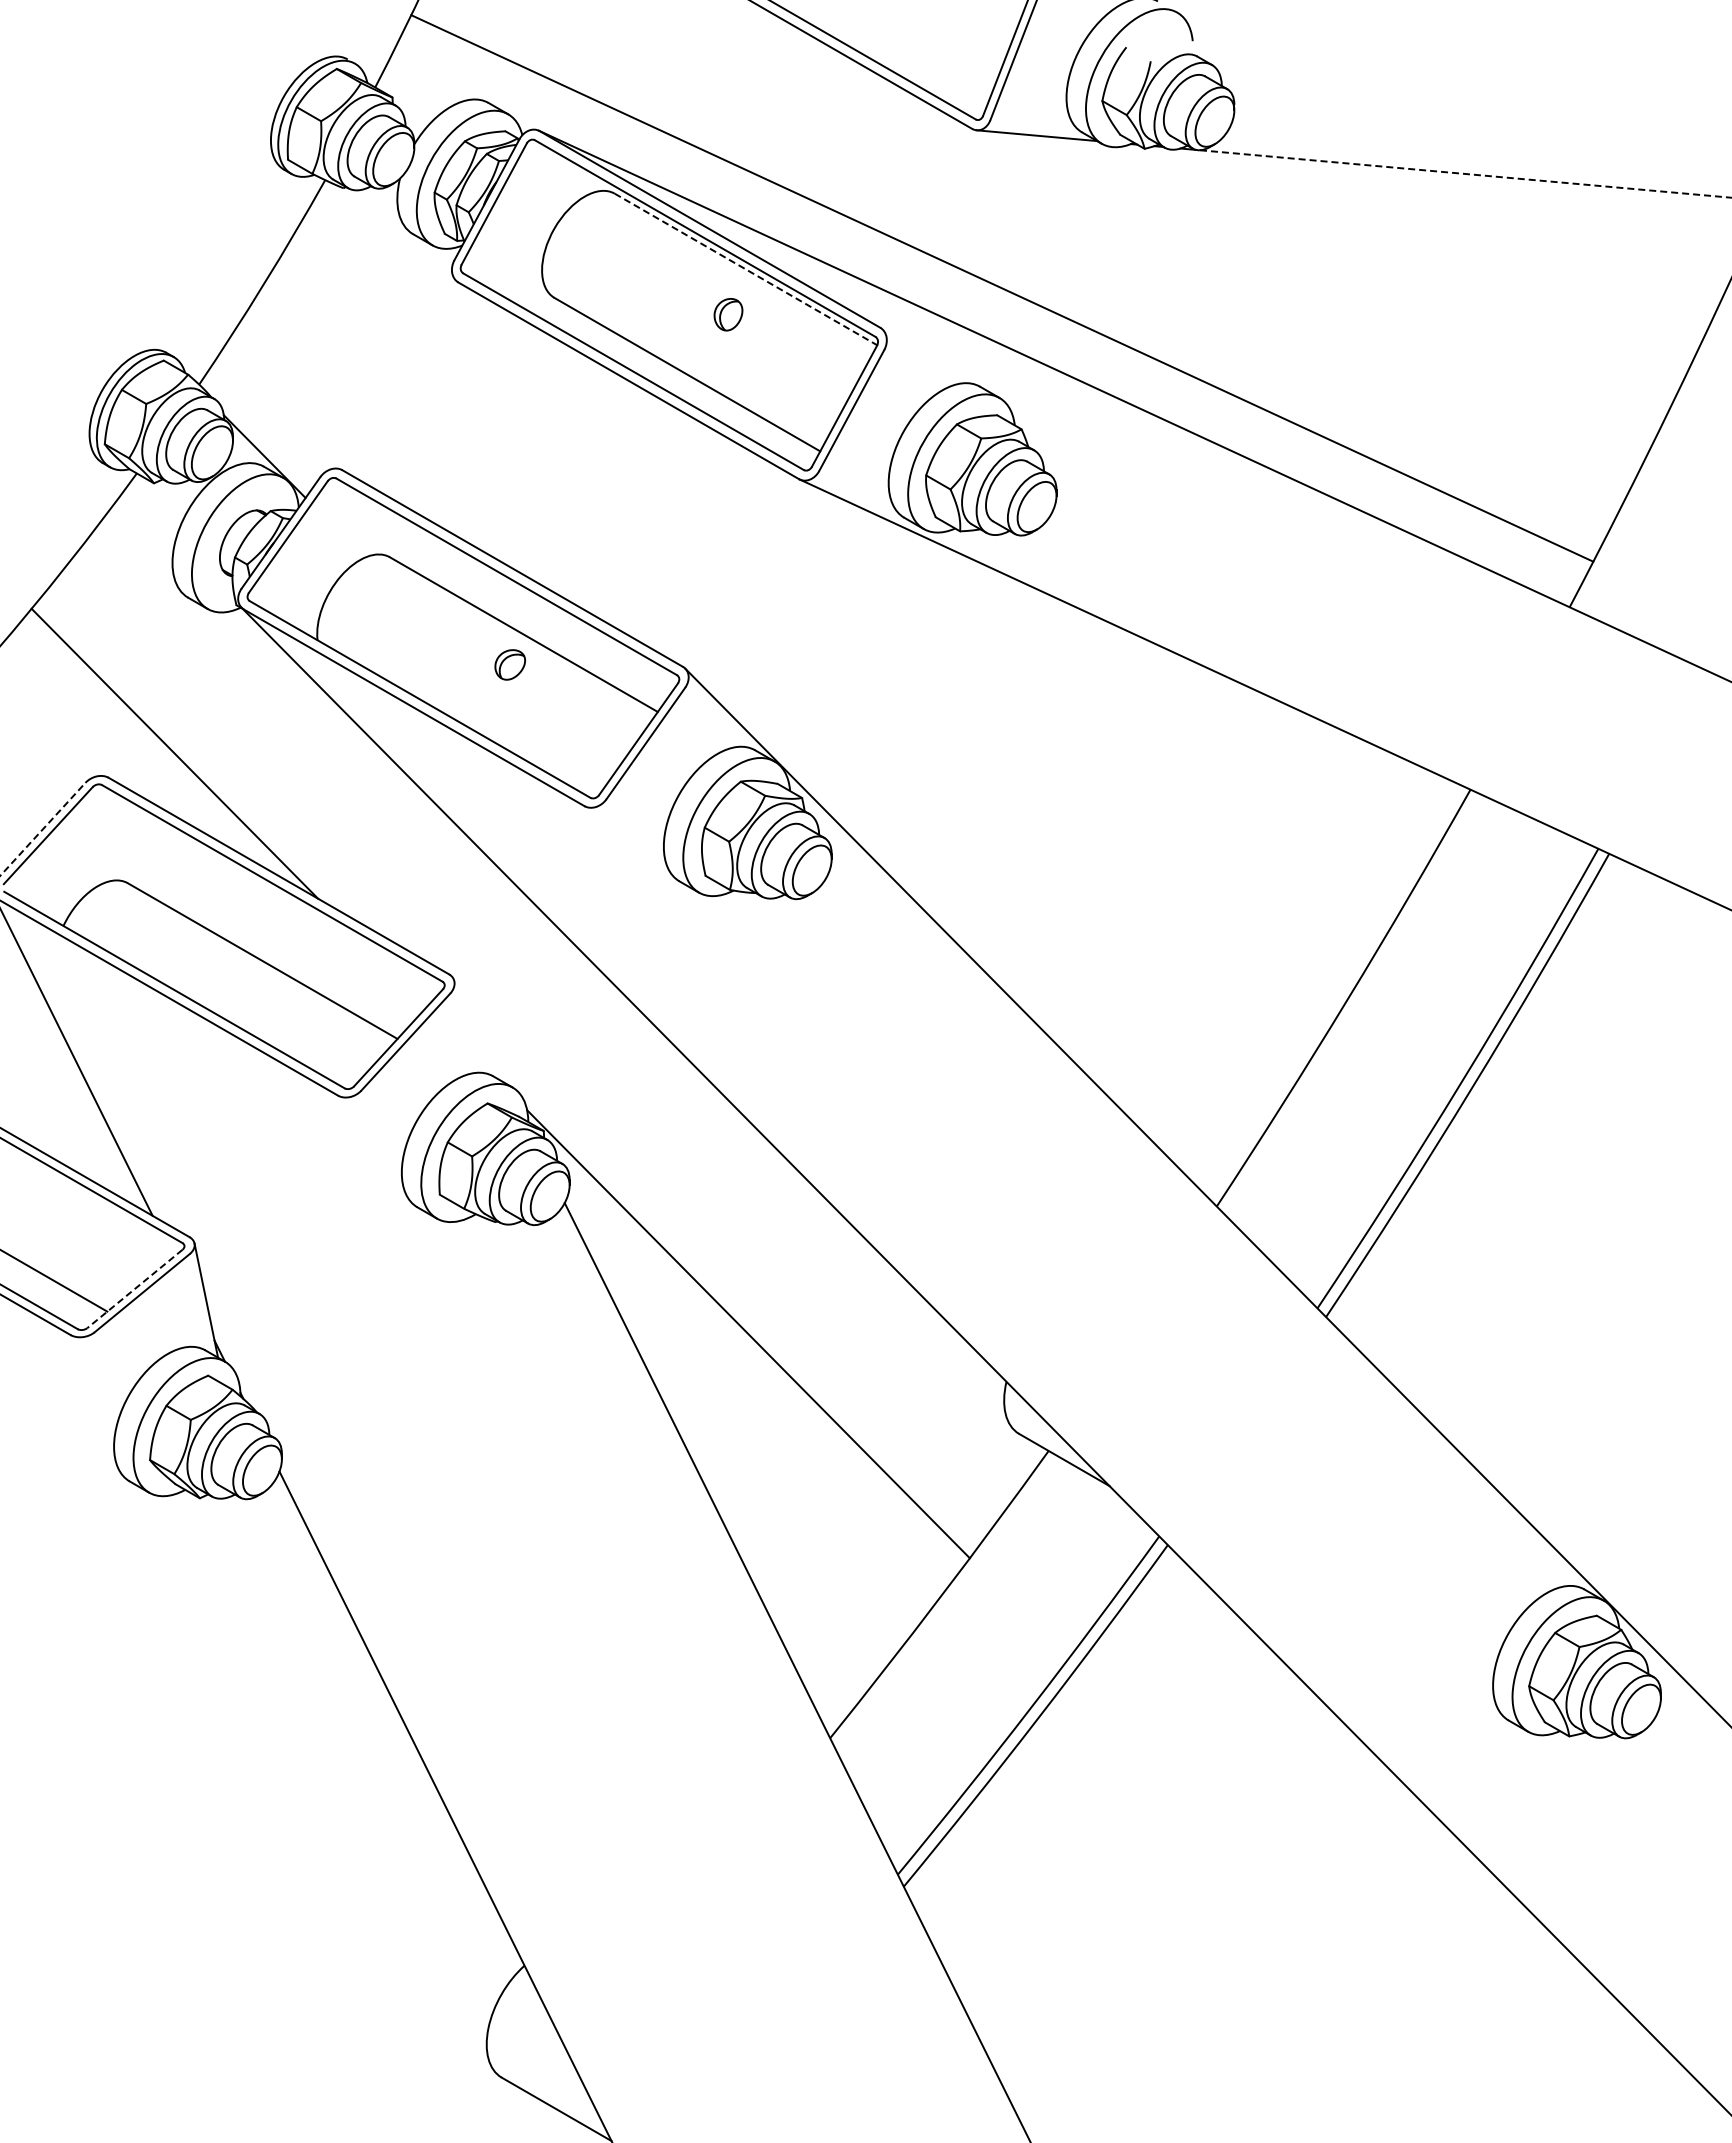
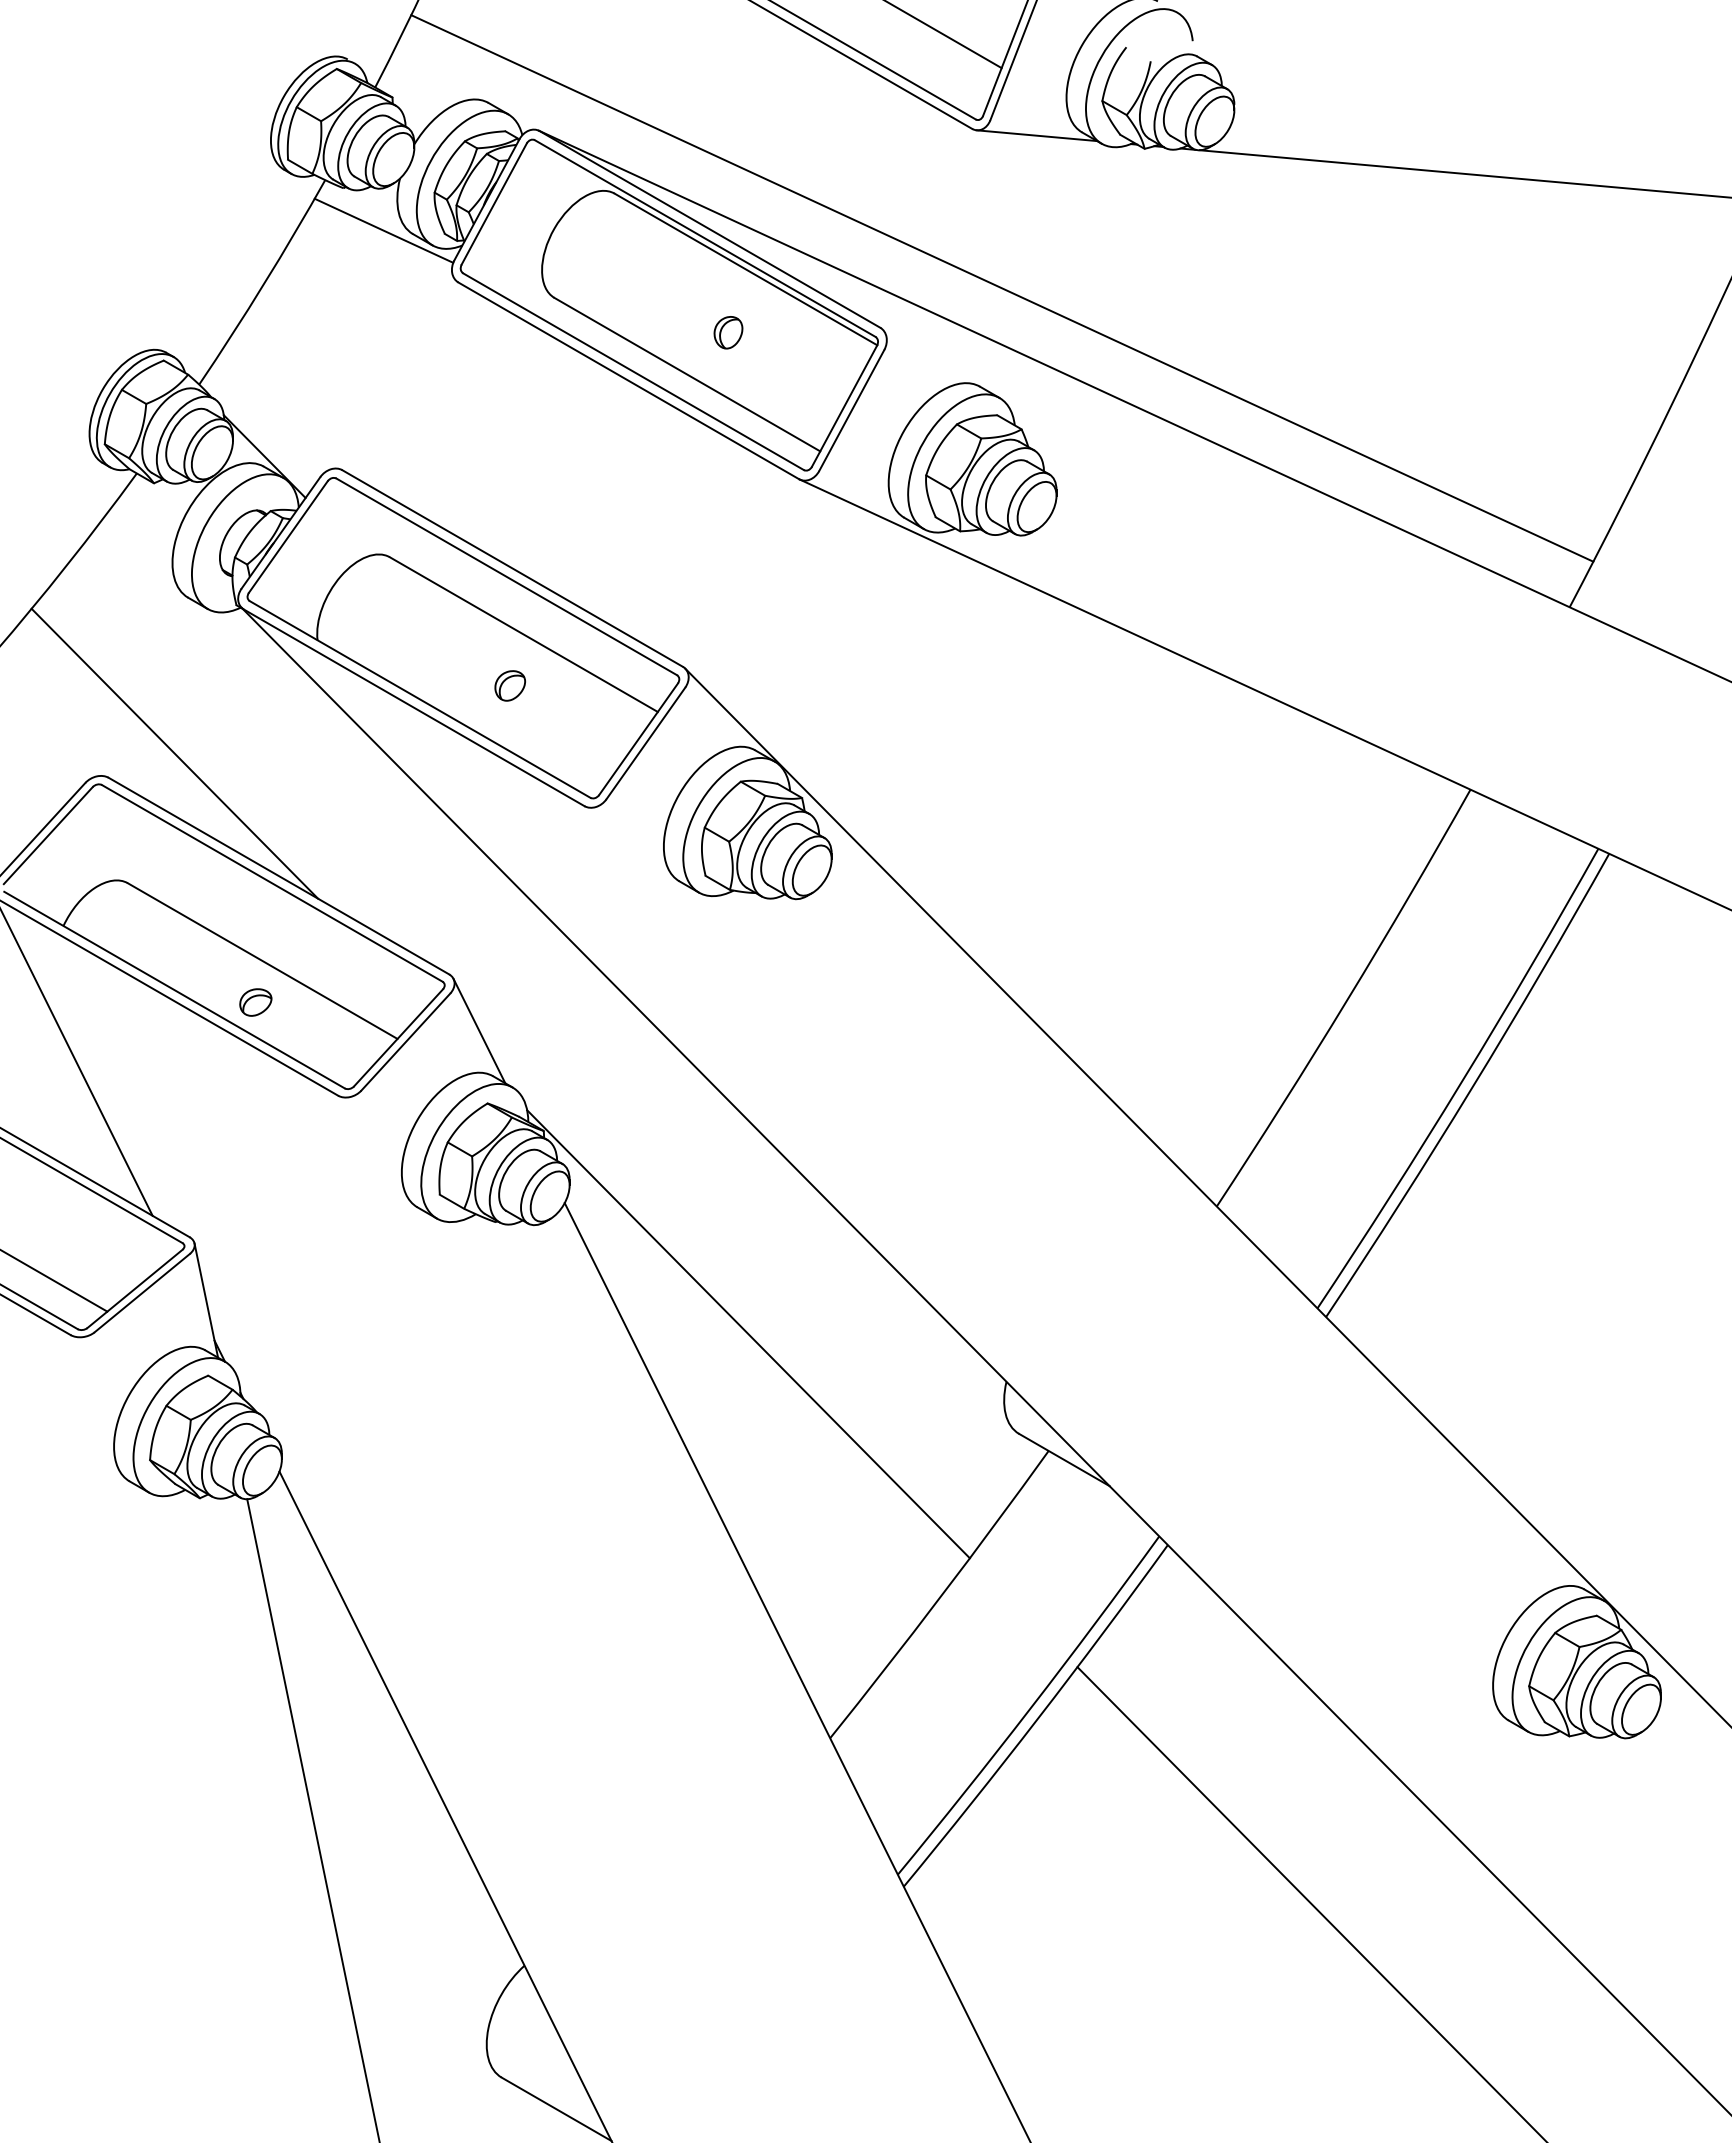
line at (944, 35): none -> present
line at (1465, 174): dashed -> solid
line at (383, 230): none -> present
line at (746, 269): dashed -> solid
part at (728, 314) position: (728, 314) -> (728, 332)
part at (509, 664) position: (509, 664) -> (509, 685)
line at (43, 829): dashed -> solid
part at (255, 1002): none -> present
line at (479, 1030): none -> present
line at (134, 1288): dashed -> solid
line at (313, 1819): none -> present
line at (1310, 1903): none -> present
